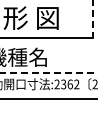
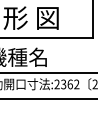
line at (92, 18): dashed -> solid
line at (49, 72): dashed -> solid
